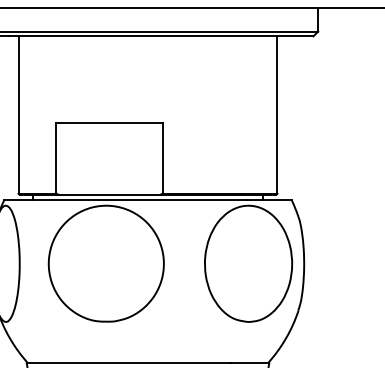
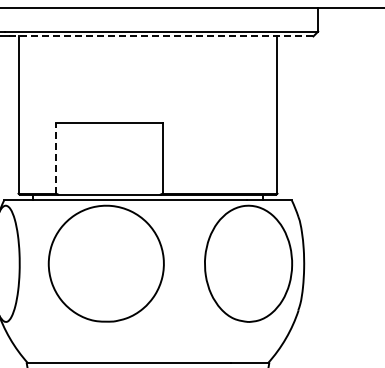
line at (161, 36): solid -> dashed
line at (56, 157): solid -> dashed
